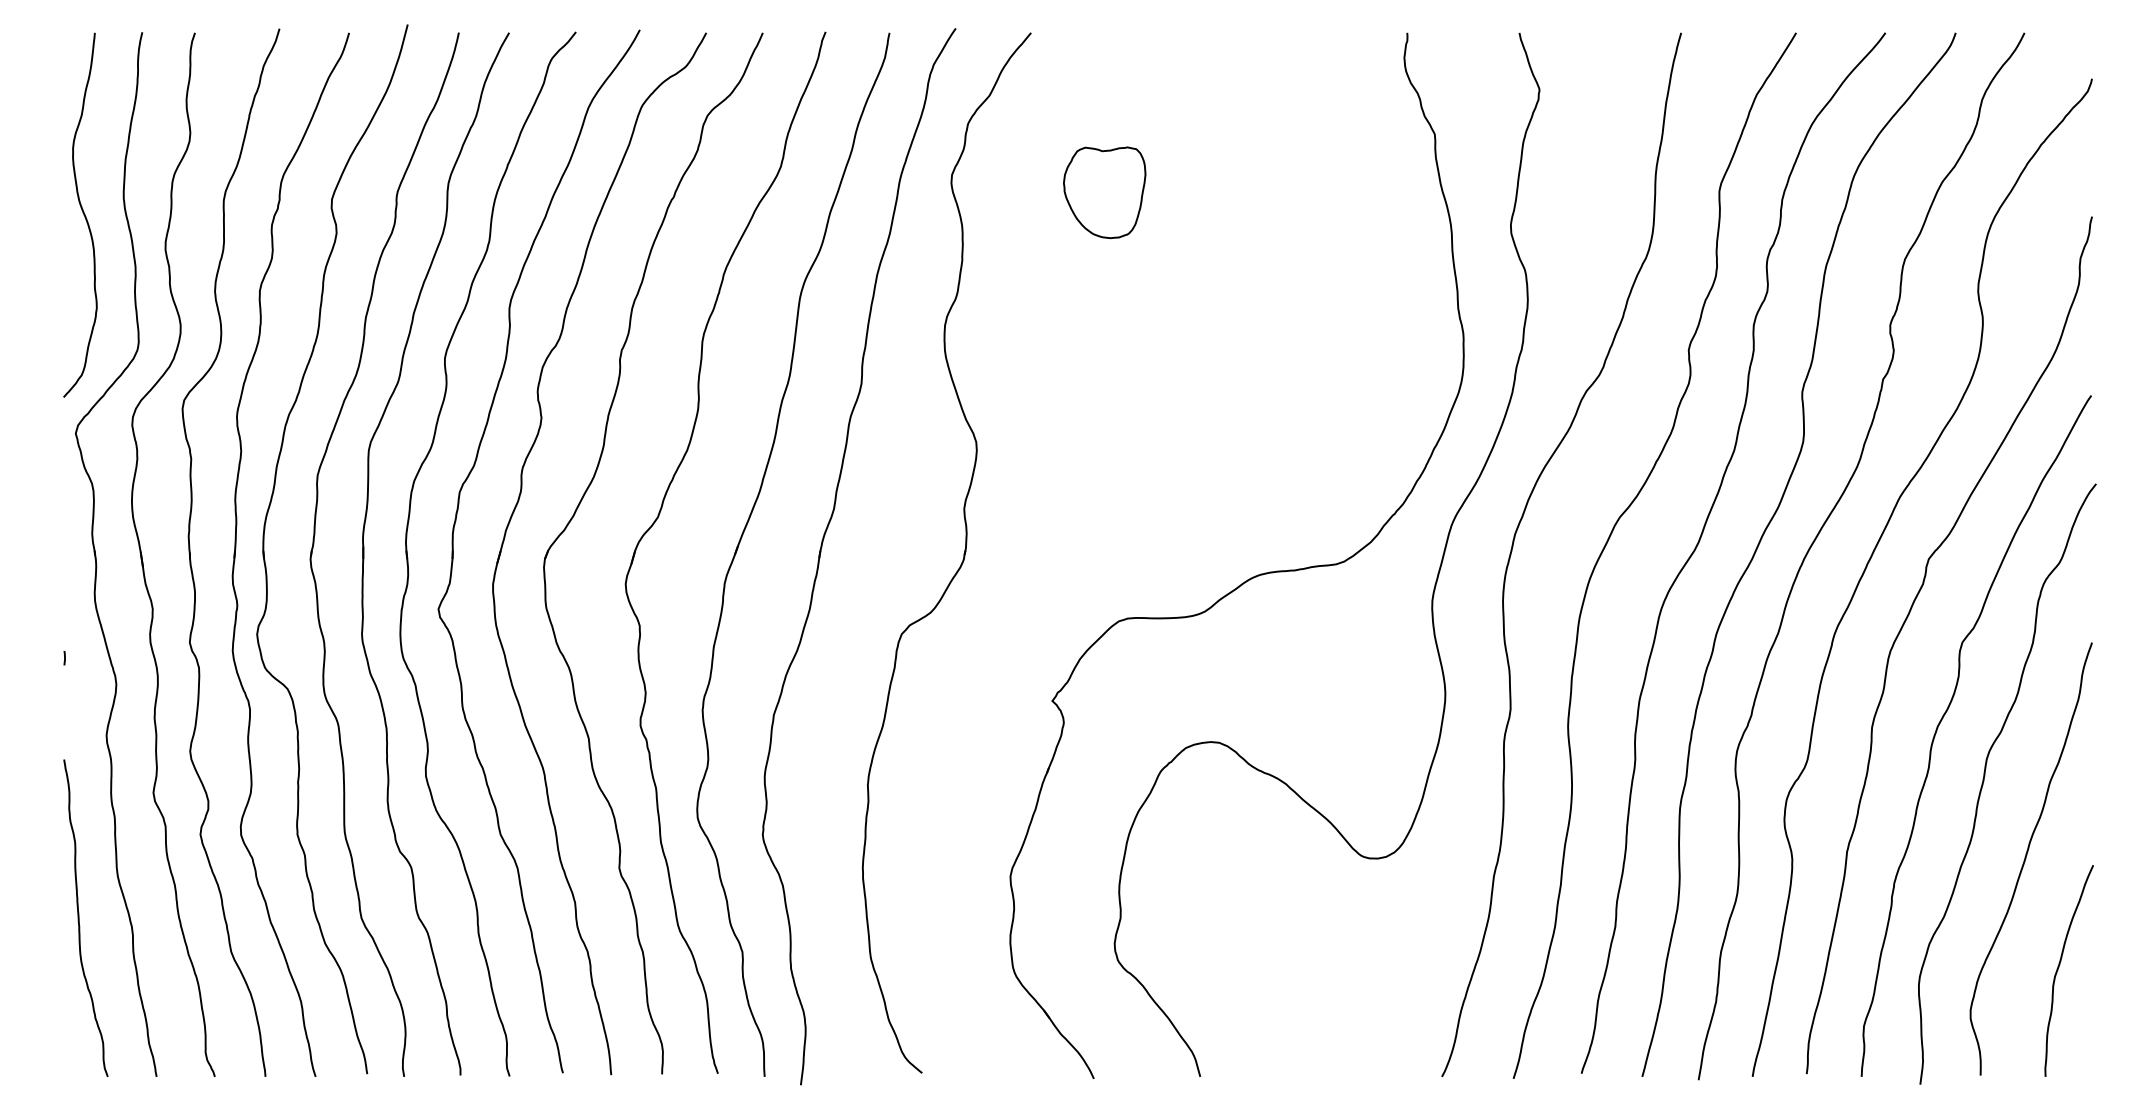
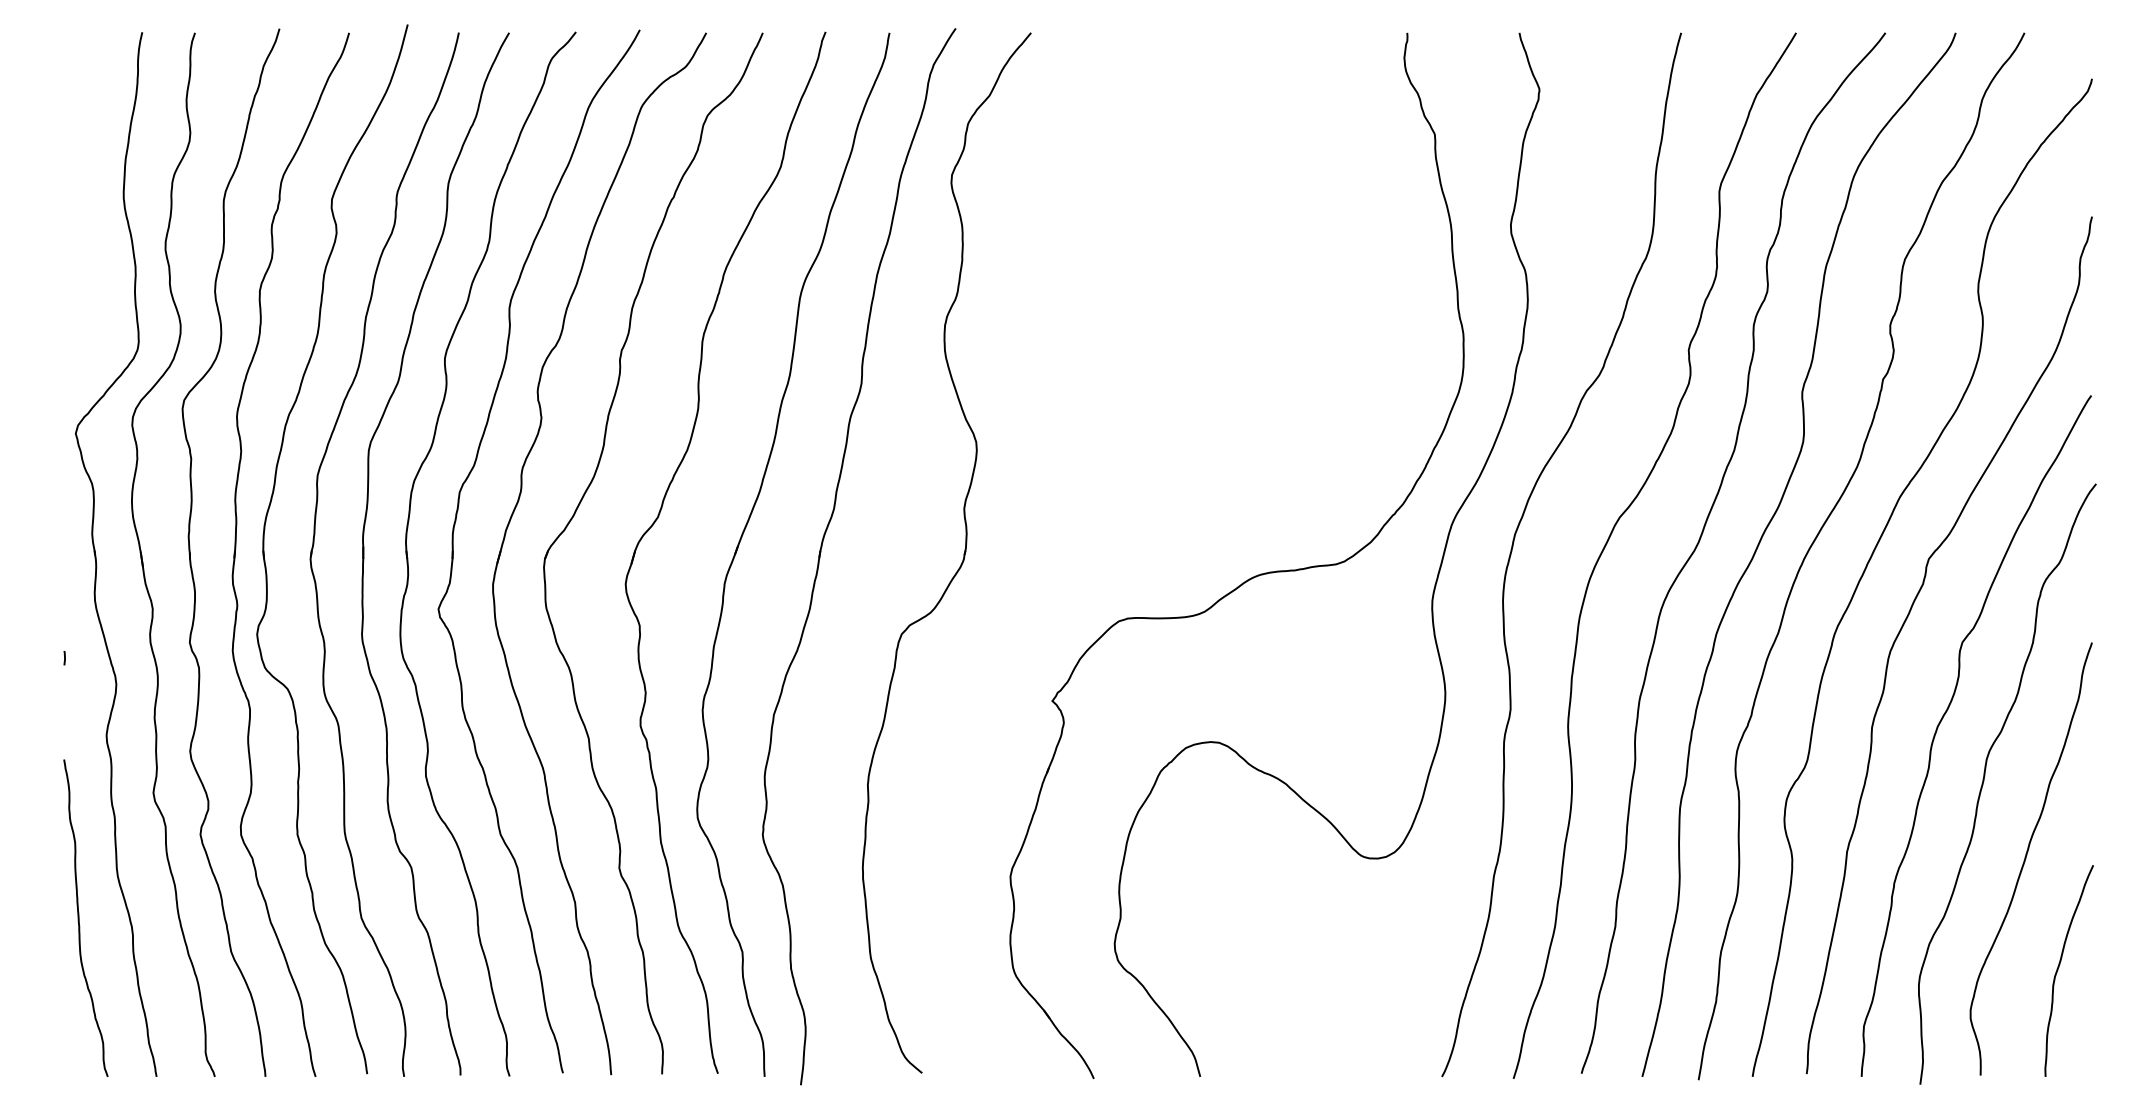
part at (1104, 192): present -> none
curve at (82, 212): present -> none
